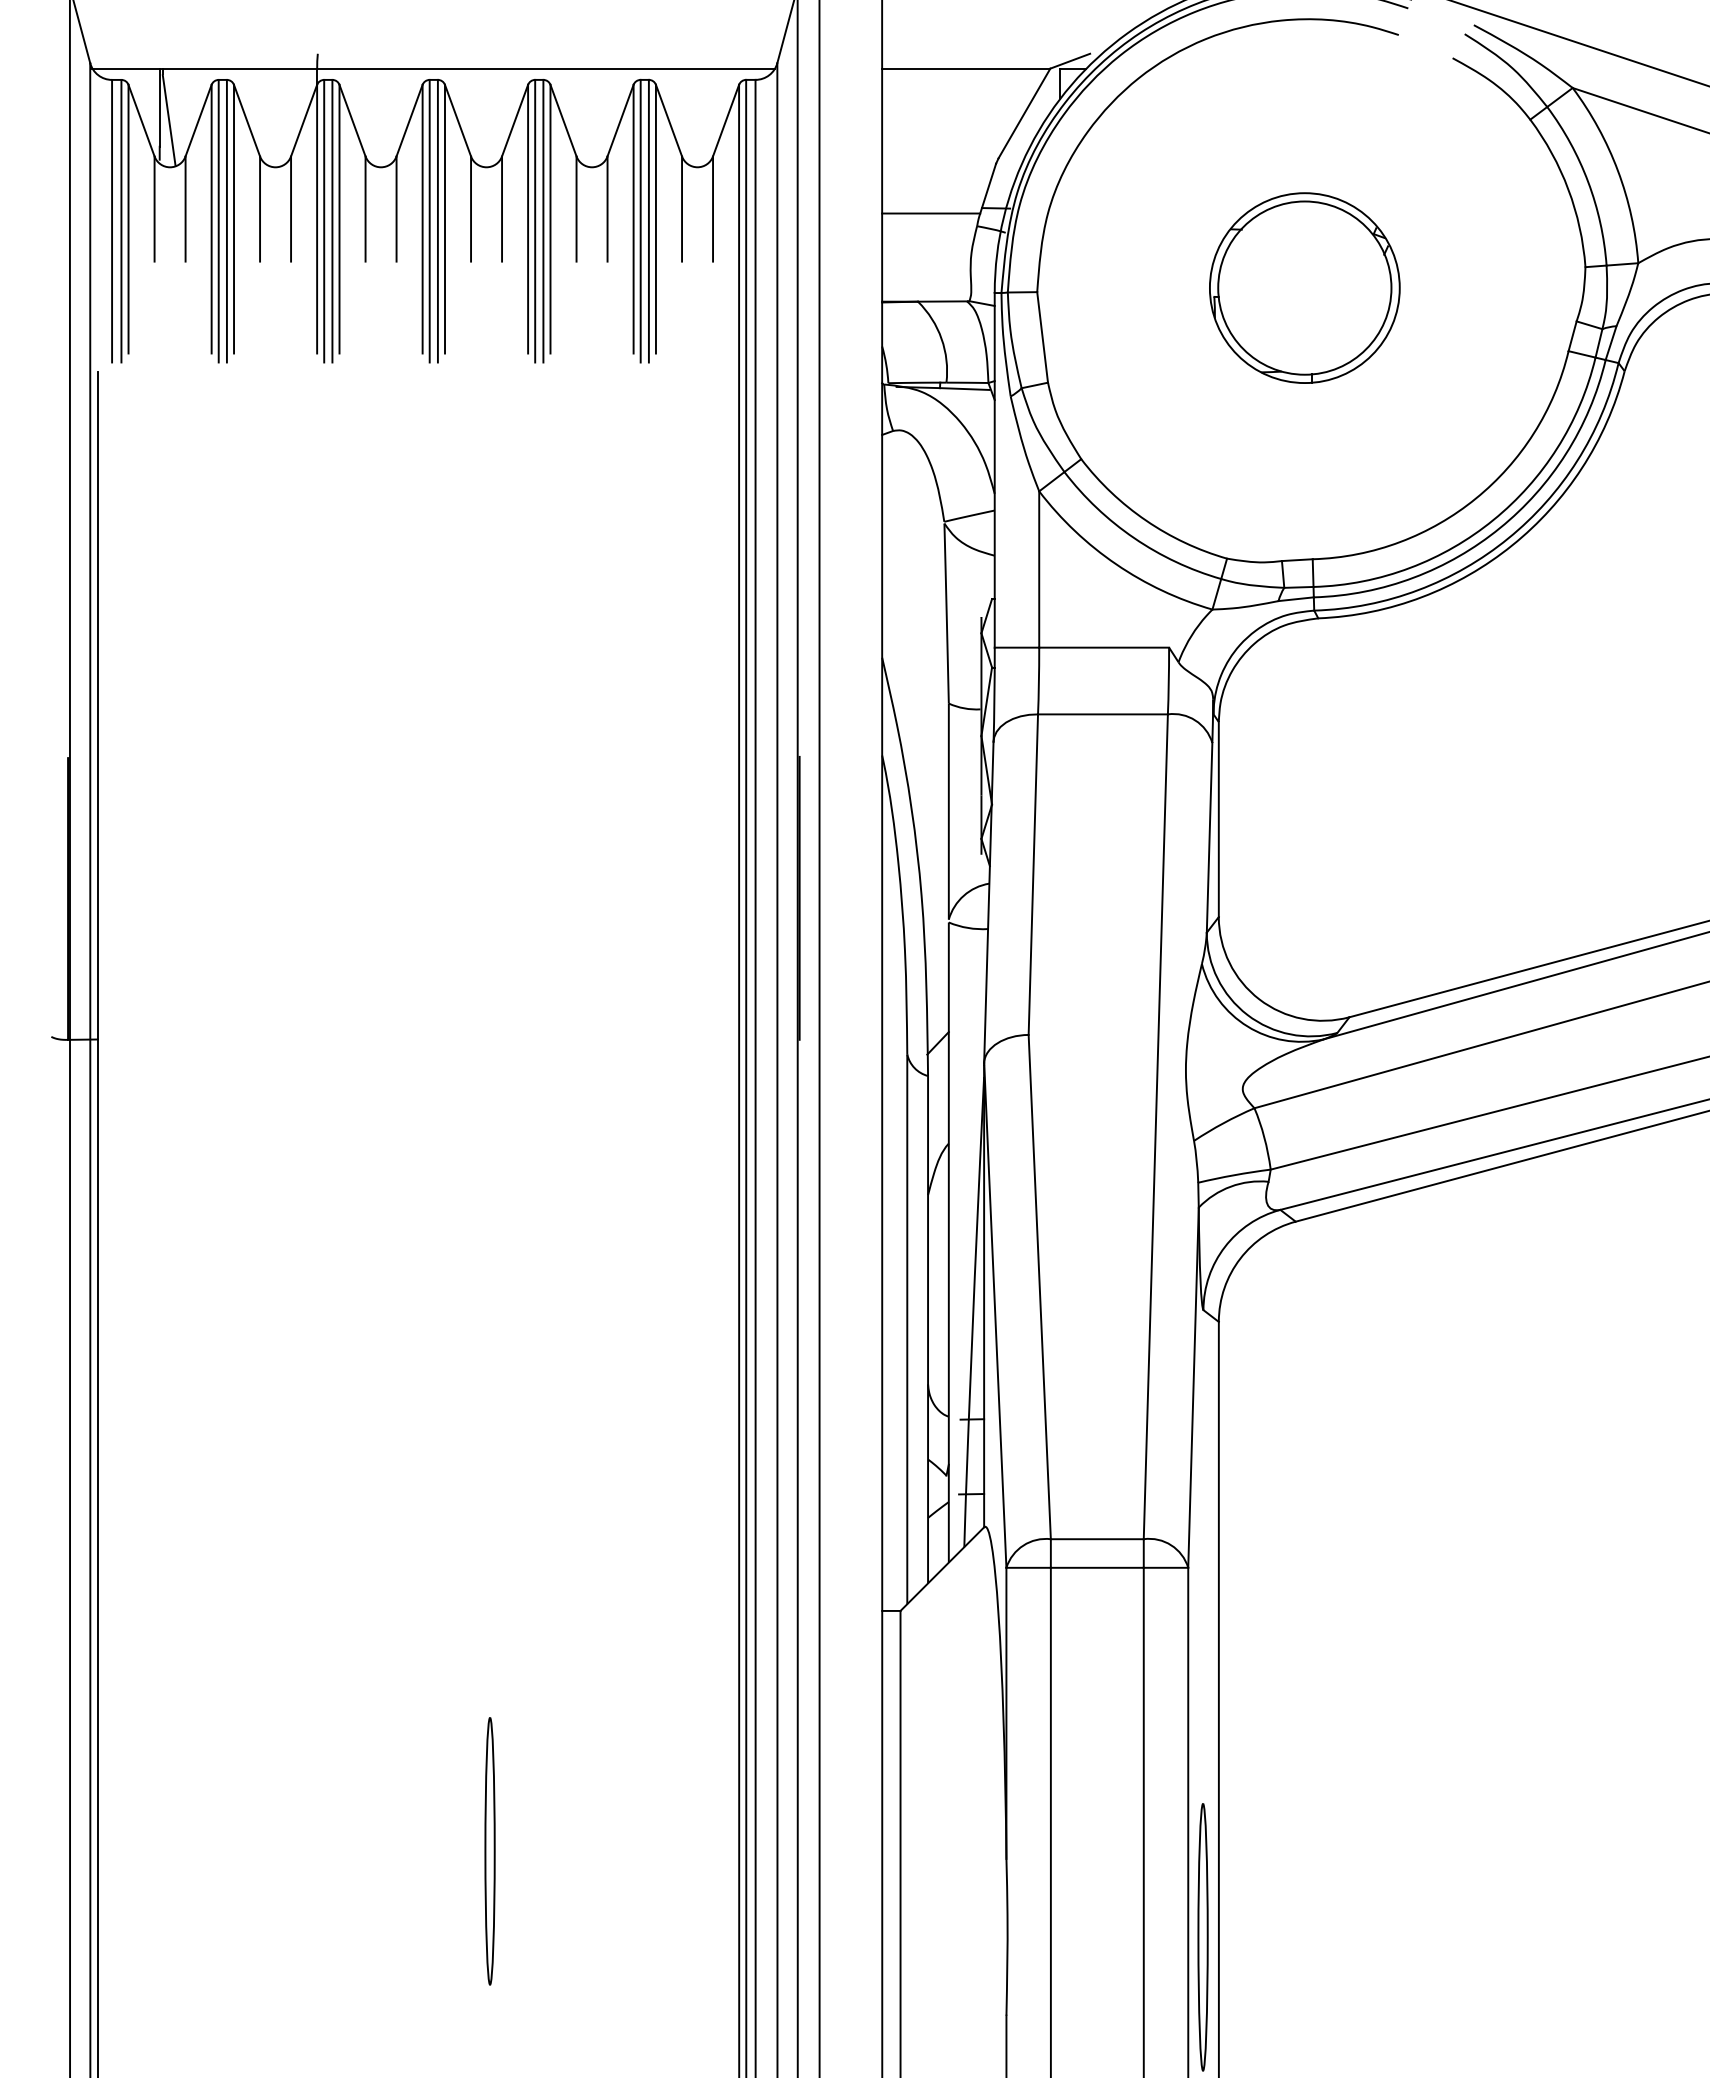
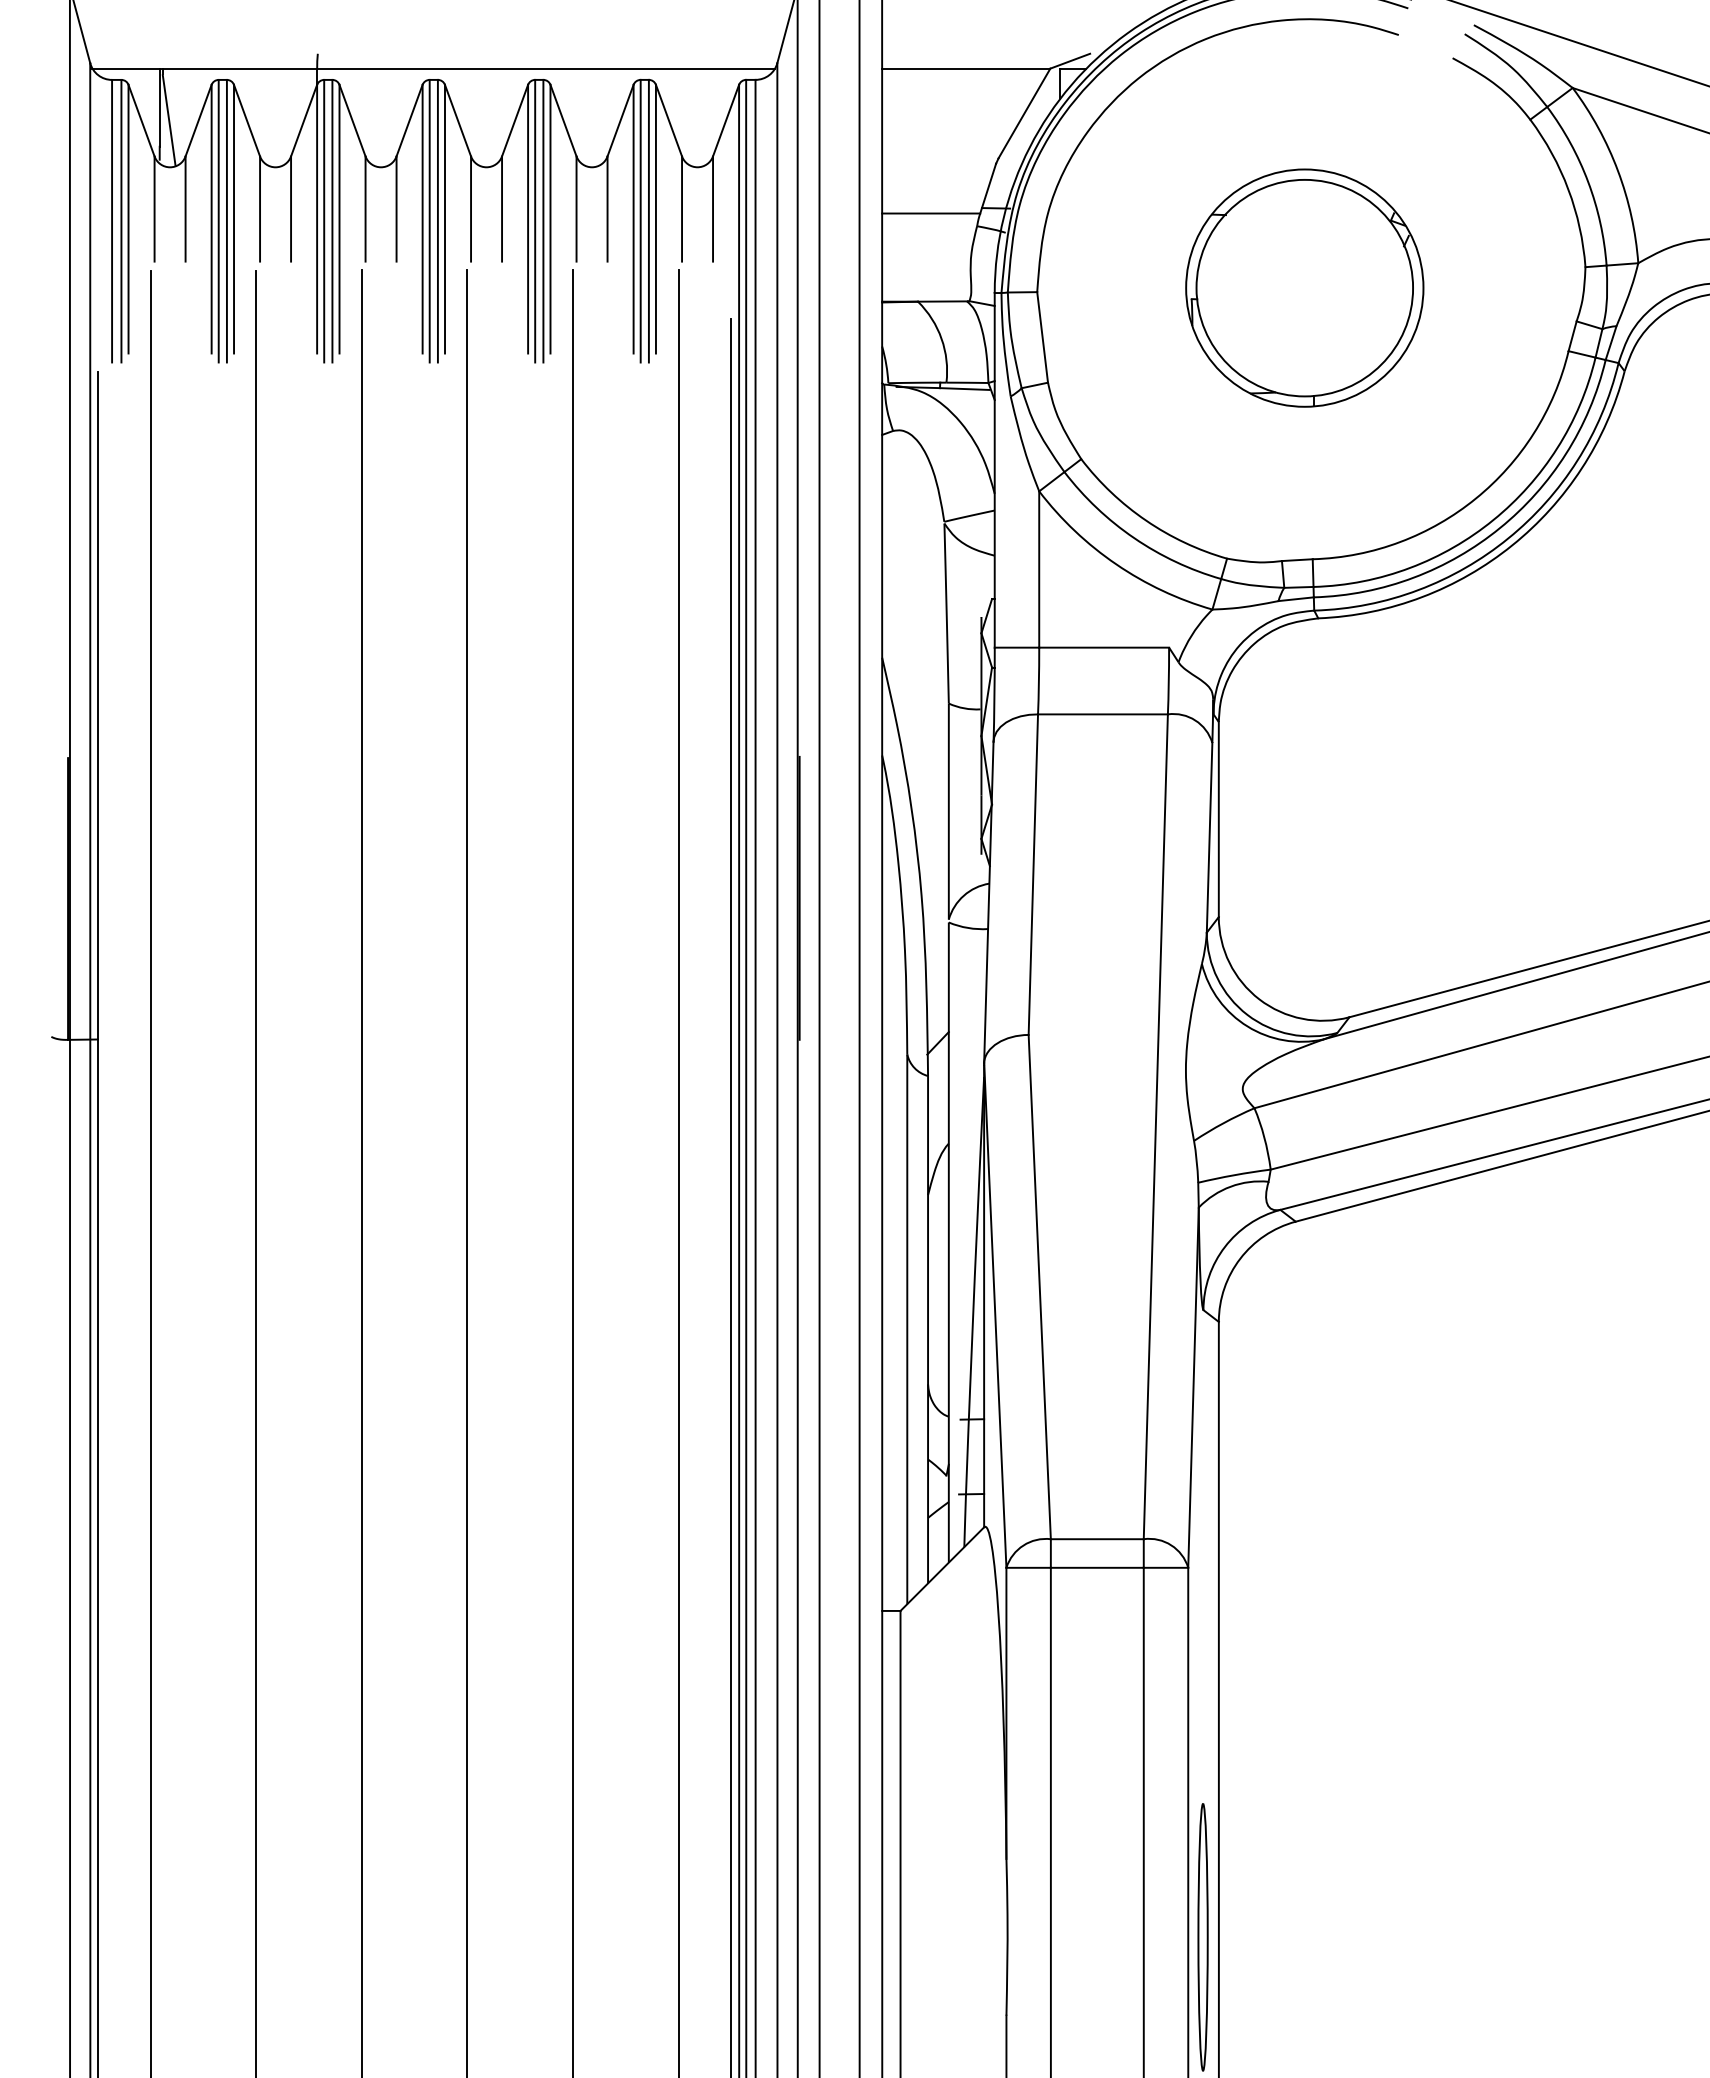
part at (1304, 287) size: 192x192 px -> 240x240 px
line at (859, 1038): none -> present
line at (573, 1171): none -> present
line at (678, 1171): none -> present
line at (150, 1172): none -> present
line at (256, 1172): none -> present
line at (361, 1172): none -> present
line at (467, 1172): none -> present
line at (731, 1196): none -> present
part at (489, 1851): present -> none
